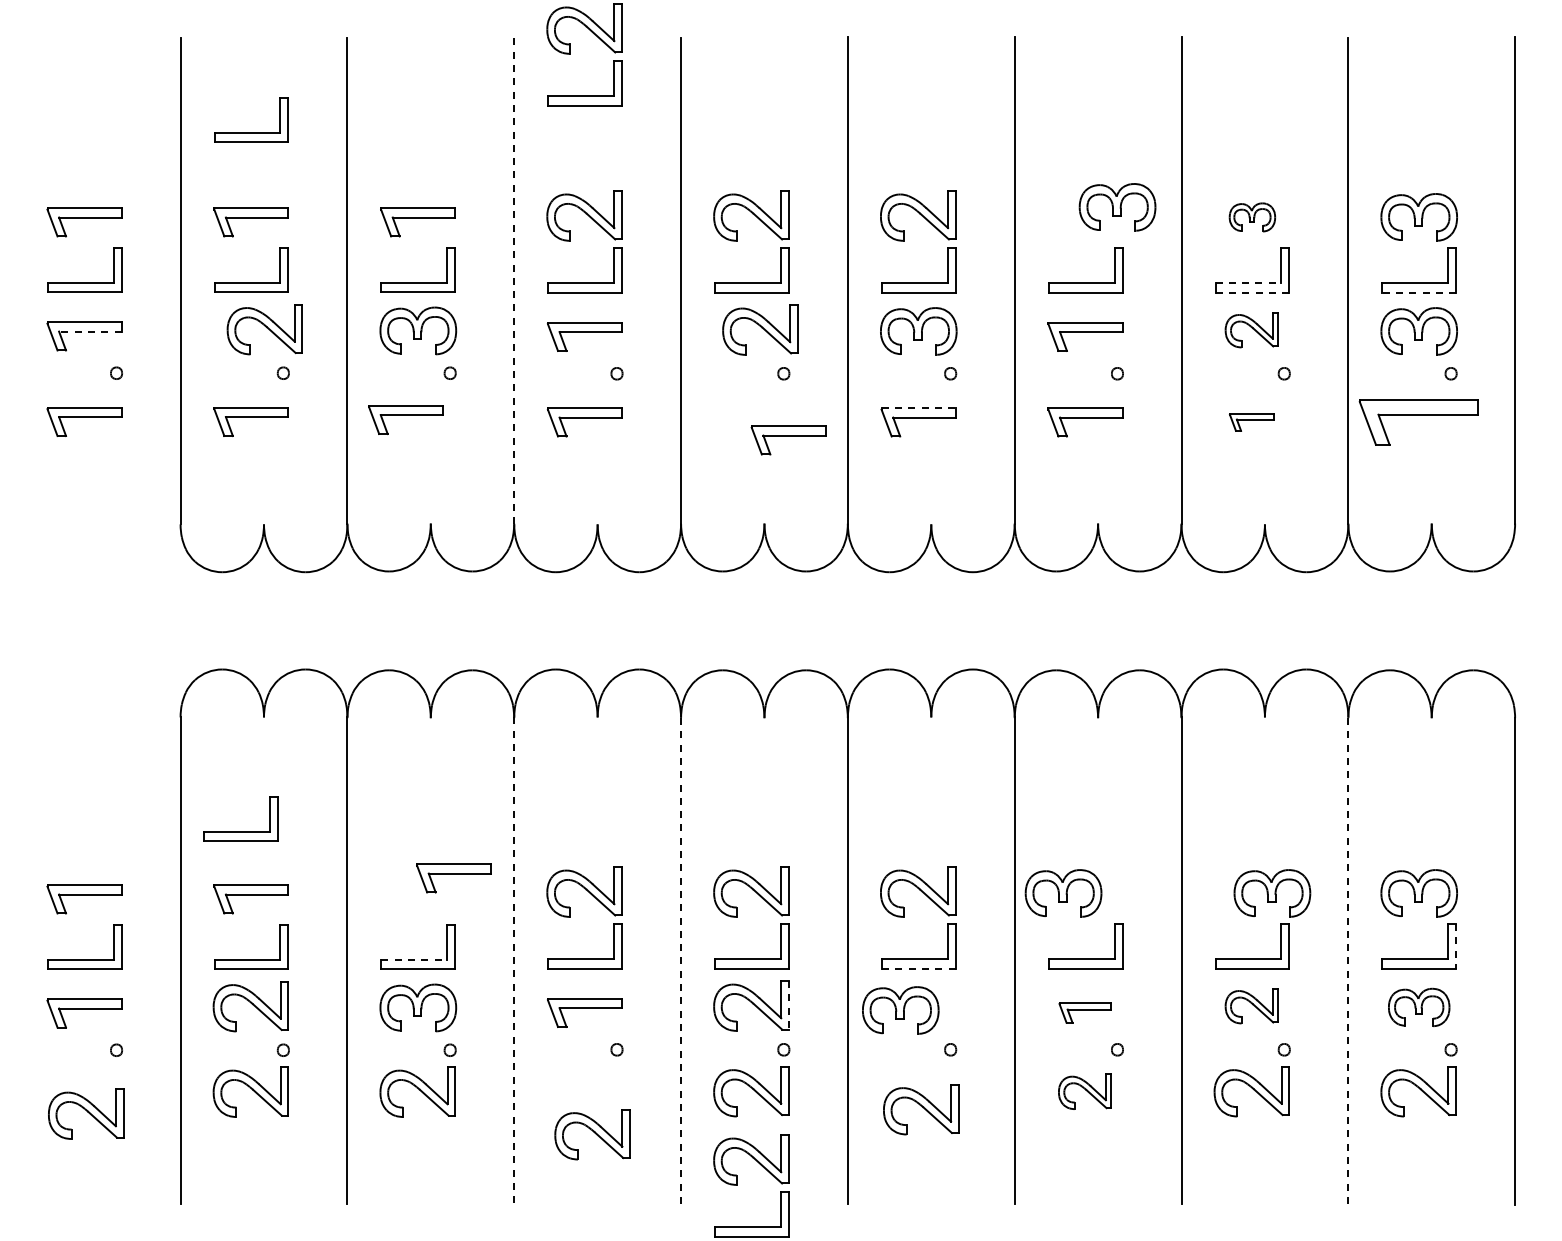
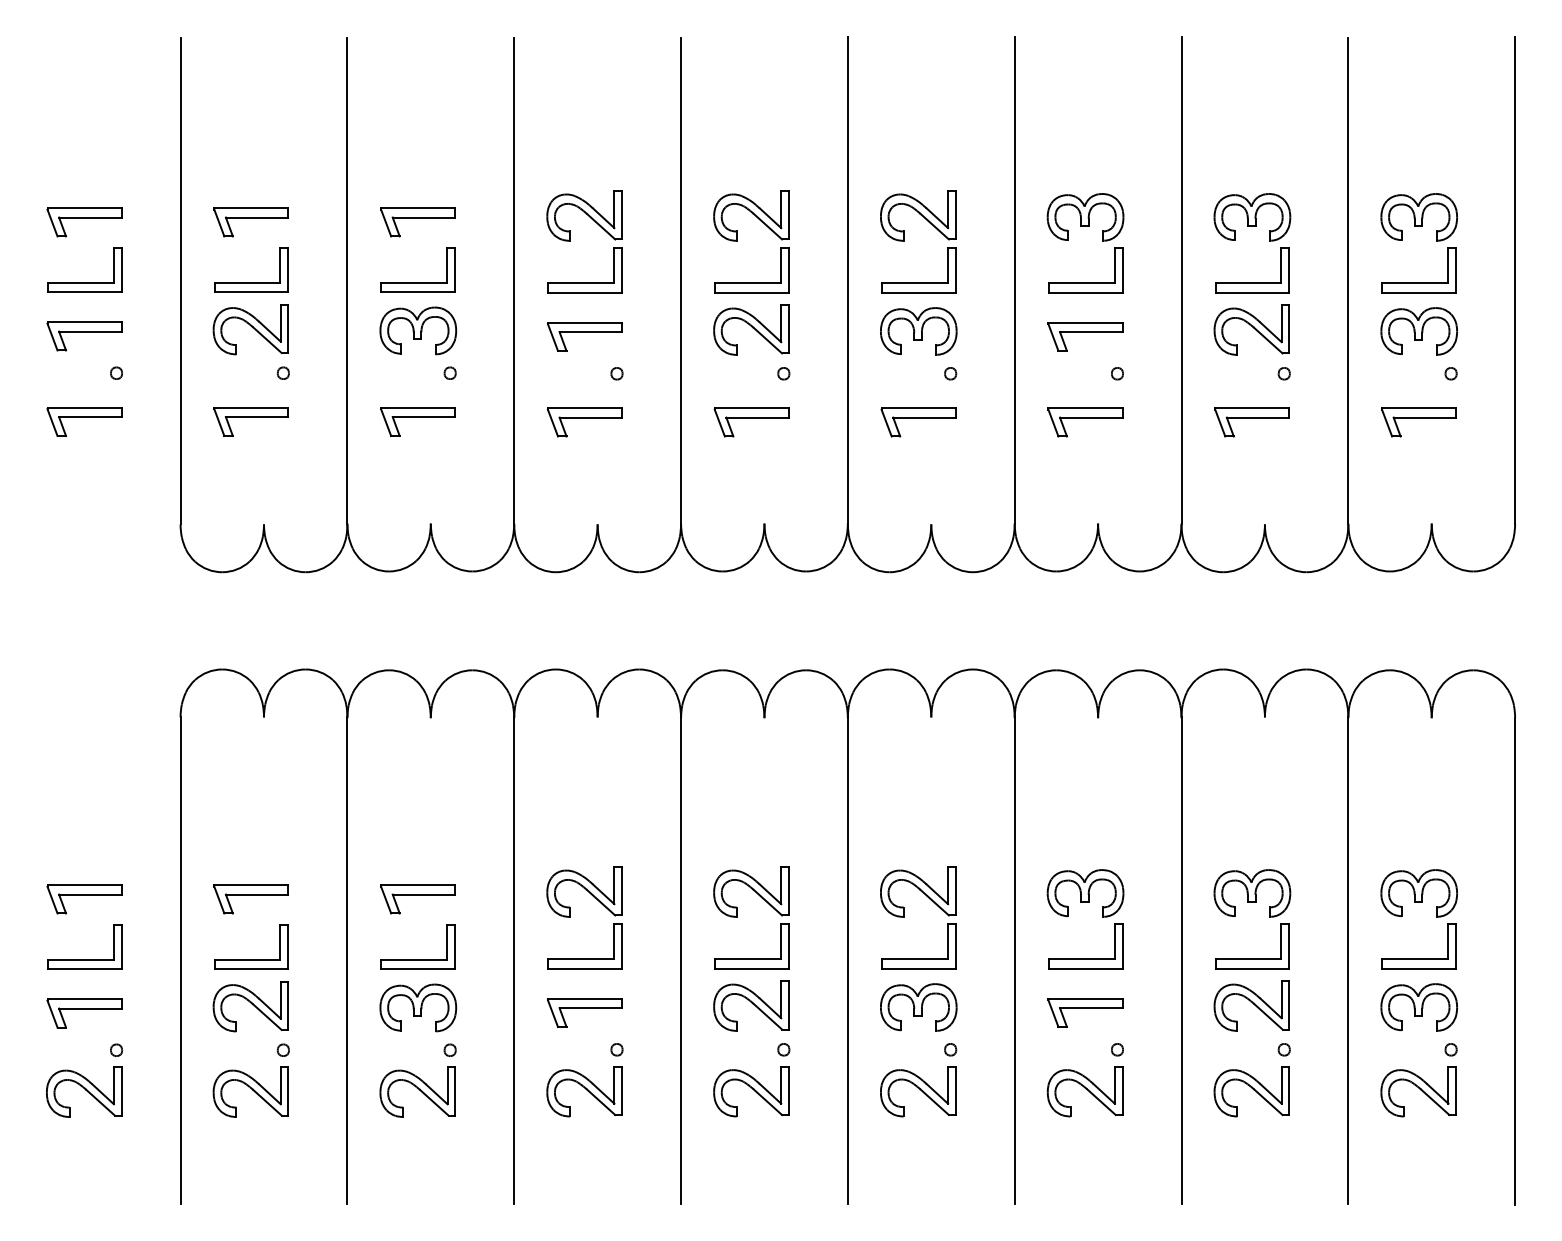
part at (570, 54): present -> none
part at (251, 132): present -> none
part at (1117, 207) position: (1117, 207) -> (1085, 217)
part at (1252, 217) size: 49x31 px -> 79x49 px
line at (514, 280): dashed -> solid
line at (1248, 283): dashed -> solid
line at (1252, 292): dashed -> solid
line at (1419, 292): dashed -> solid
part at (264, 329) position: (264, 329) -> (250, 329)
part at (760, 329) position: (760, 329) -> (751, 329)
part at (1251, 330) size: 55x37 px -> 77x52 px
line at (89, 331): dashed -> solid
line at (919, 408): dashed -> solid
part at (405, 419) position: (405, 419) -> (417, 421)
part at (1251, 422) size: 46x19 px -> 76x31 px
part at (1418, 422) size: 121x47 px -> 76x31 px
part at (788, 440) position: (788, 440) -> (751, 422)
part at (240, 831): present -> none
part at (453, 878) position: (453, 878) -> (417, 899)
part at (1063, 893) position: (1063, 893) -> (1085, 893)
part at (1272, 893) position: (1272, 893) -> (1252, 893)
line at (1456, 946): dashed -> solid
line at (414, 959): dashed -> solid
line at (681, 960): dashed -> solid
line at (1348, 960): dashed -> solid
line at (514, 961): dashed -> solid
line at (918, 968): dashed -> solid
line at (788, 1005): dashed -> solid
part at (1251, 1006) size: 55x37 px -> 77x52 px
part at (1419, 1006) size: 63x40 px -> 78x49 px
part at (900, 1010) position: (900, 1010) -> (918, 1007)
part at (1084, 1012) size: 54x22 px -> 77x30 px
part at (1084, 1091) size: 54x37 px -> 78x52 px
part at (921, 1109) position: (921, 1109) -> (918, 1091)
part at (86, 1113) position: (86, 1113) -> (84, 1091)
part at (592, 1134) position: (592, 1134) -> (584, 1091)
part at (737, 1185): present -> none
